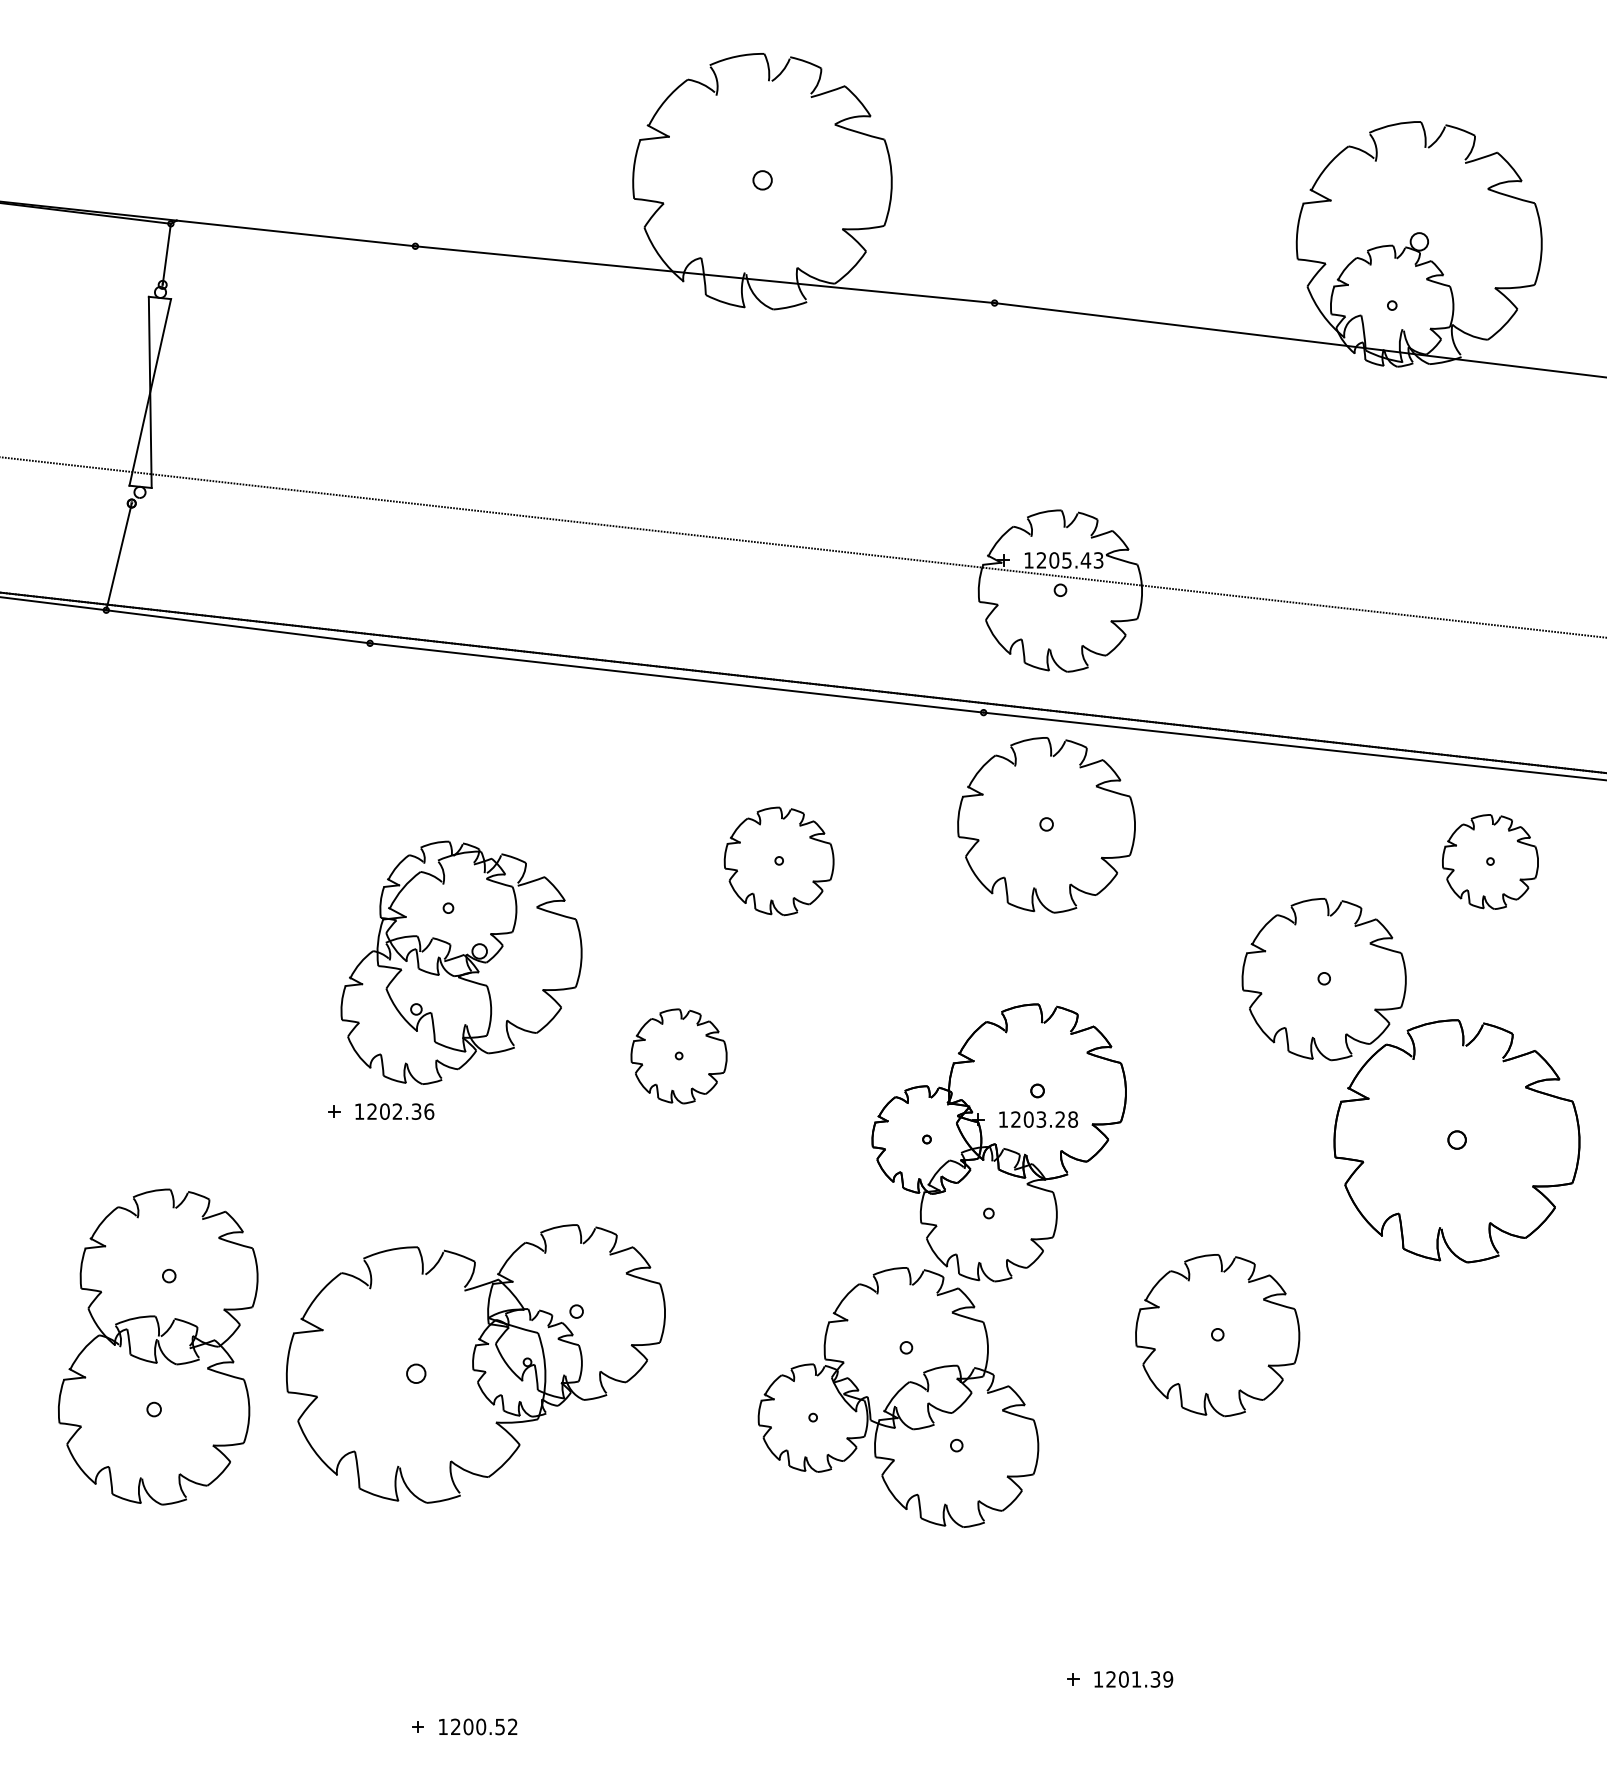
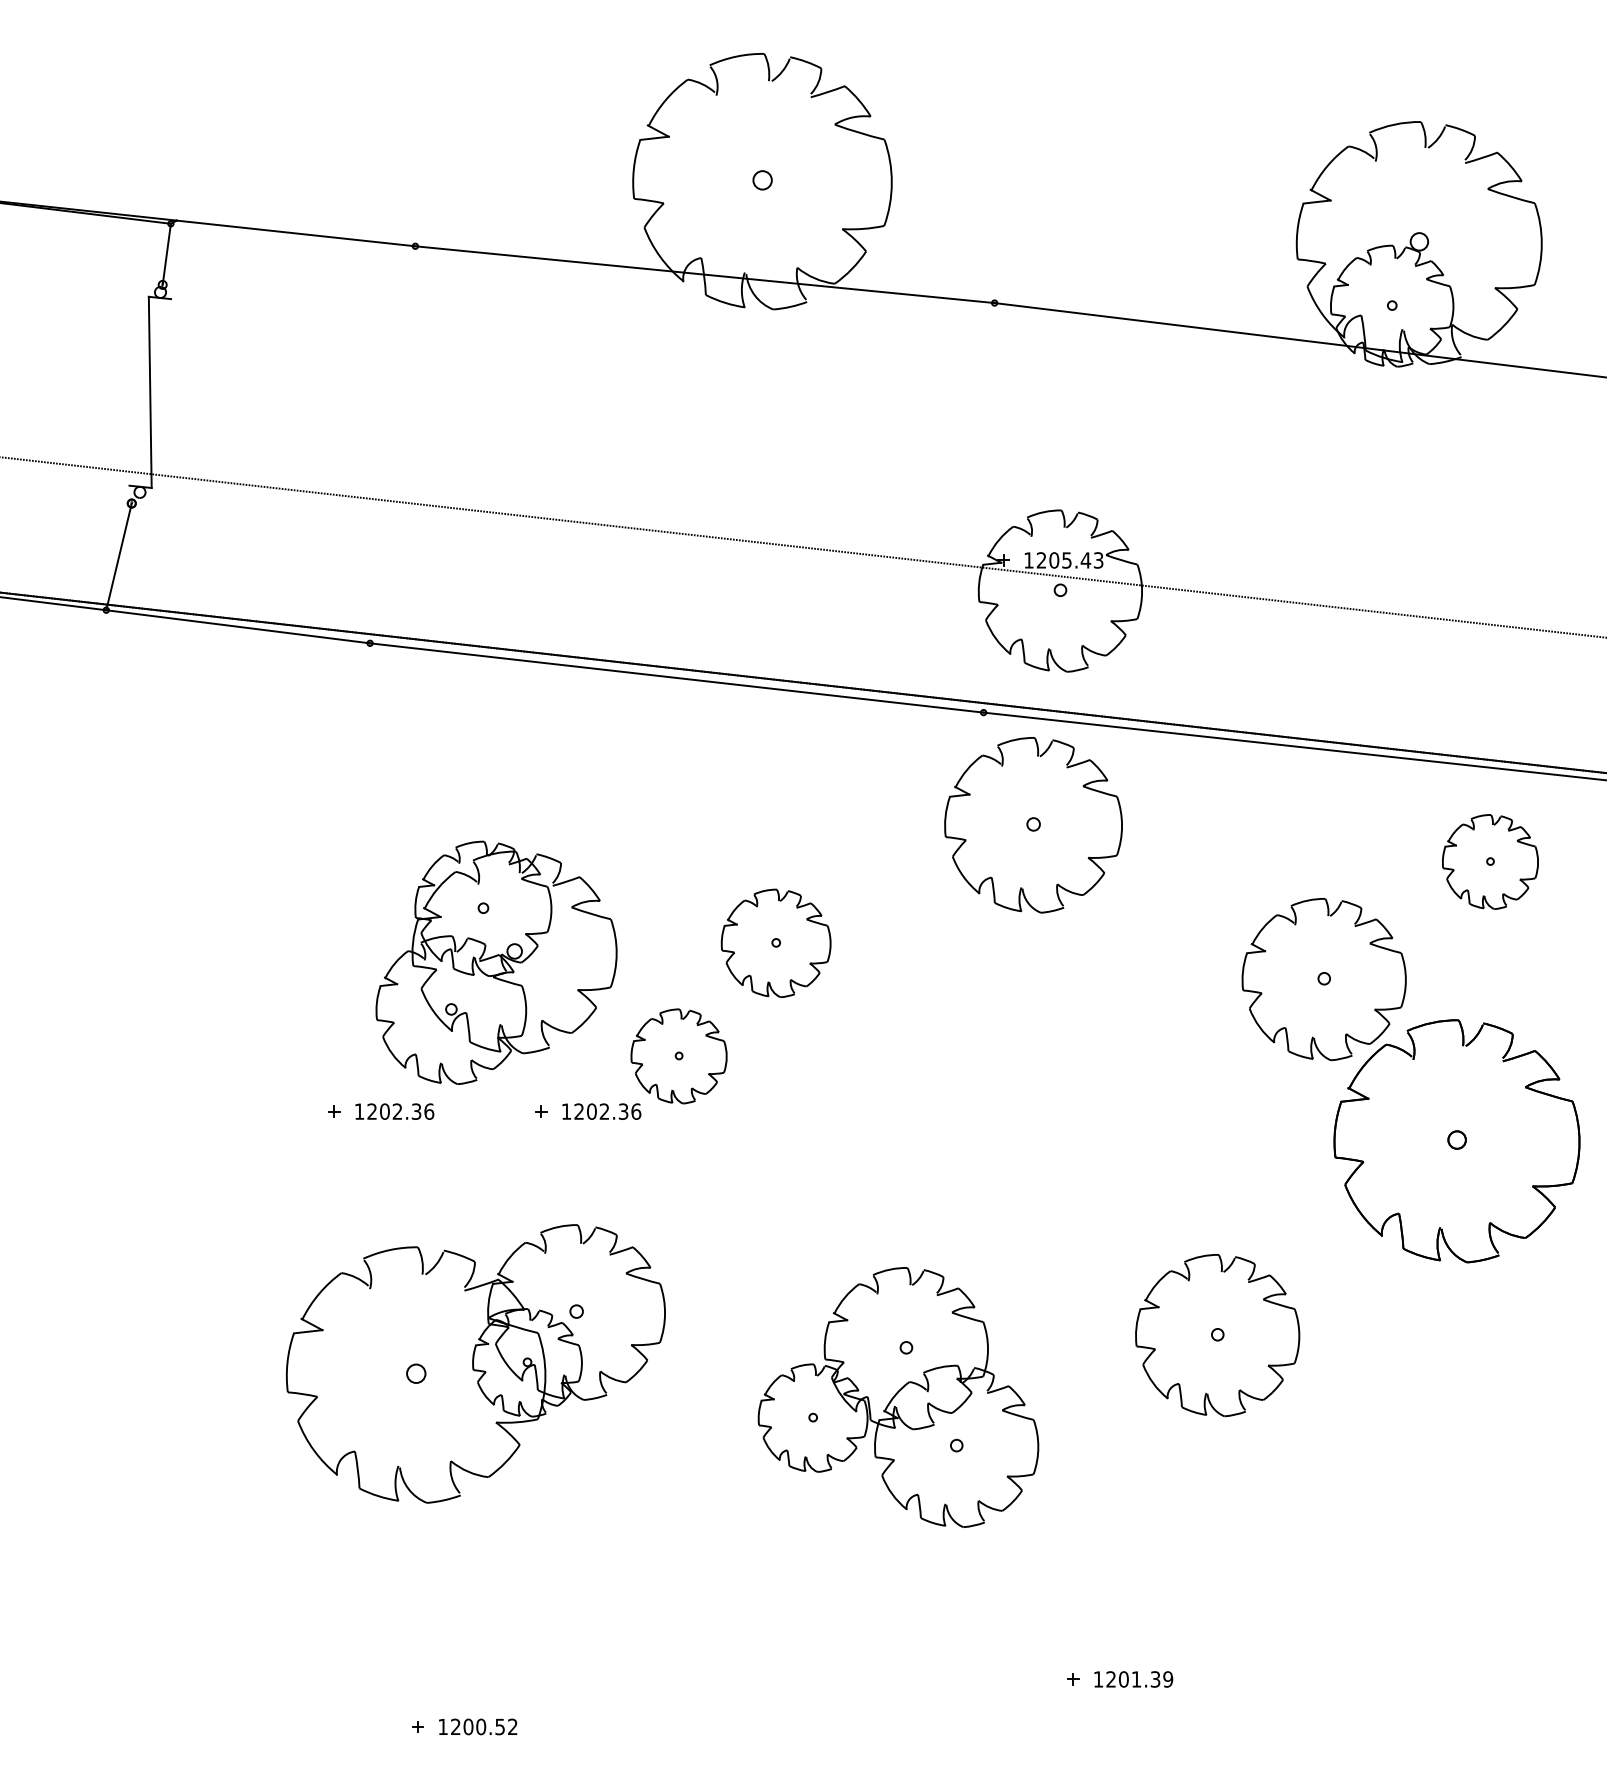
line at (150, 392): present -> none
part at (1046, 825) position: (1046, 825) -> (1033, 825)
part at (778, 861) position: (778, 861) -> (775, 943)
part at (461, 962) position: (461, 962) -> (496, 962)
part at (588, 1111): none -> present
part at (998, 1142): present -> none
part at (158, 1346): present -> none
